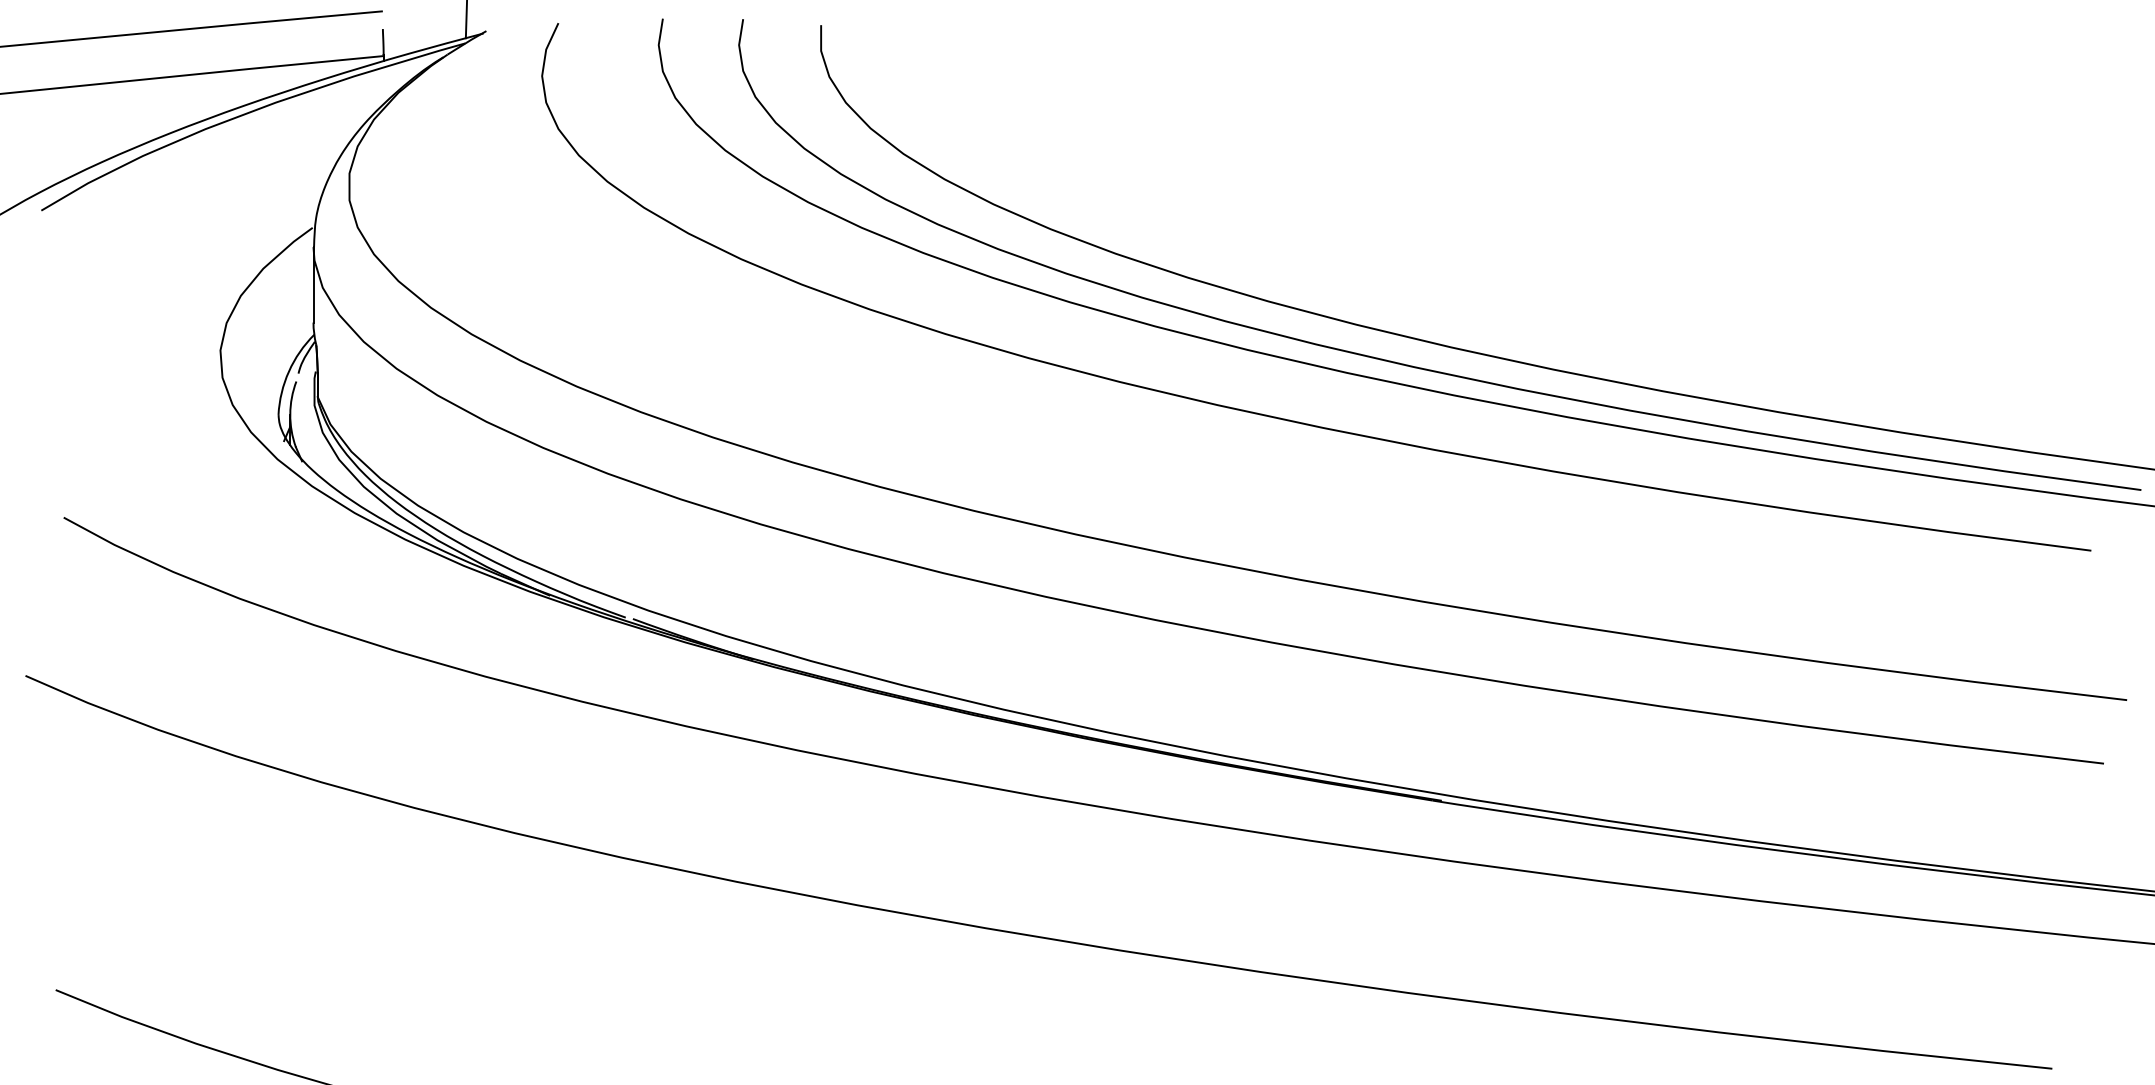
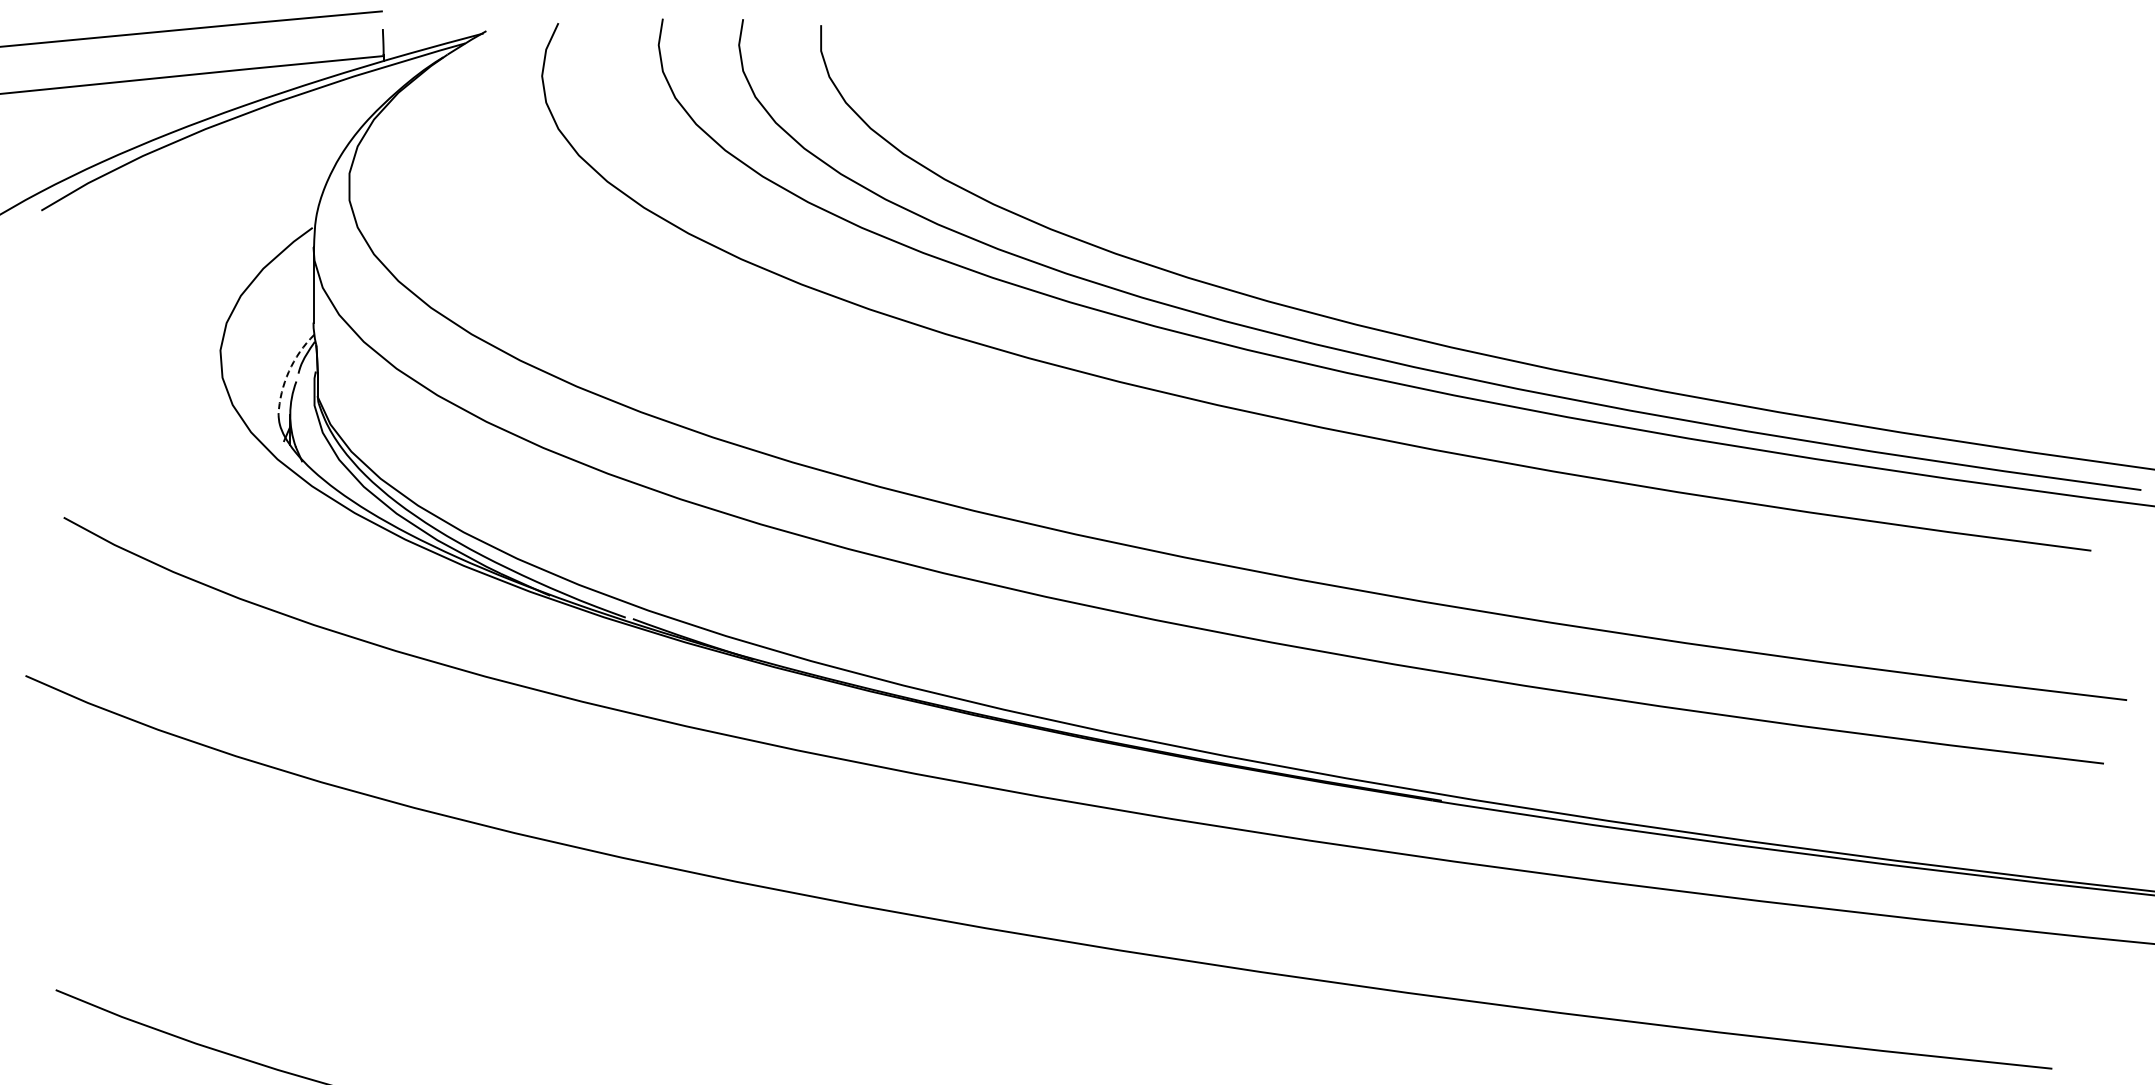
line at (466, 20): present -> none
arc at (288, 371): solid -> dashed
